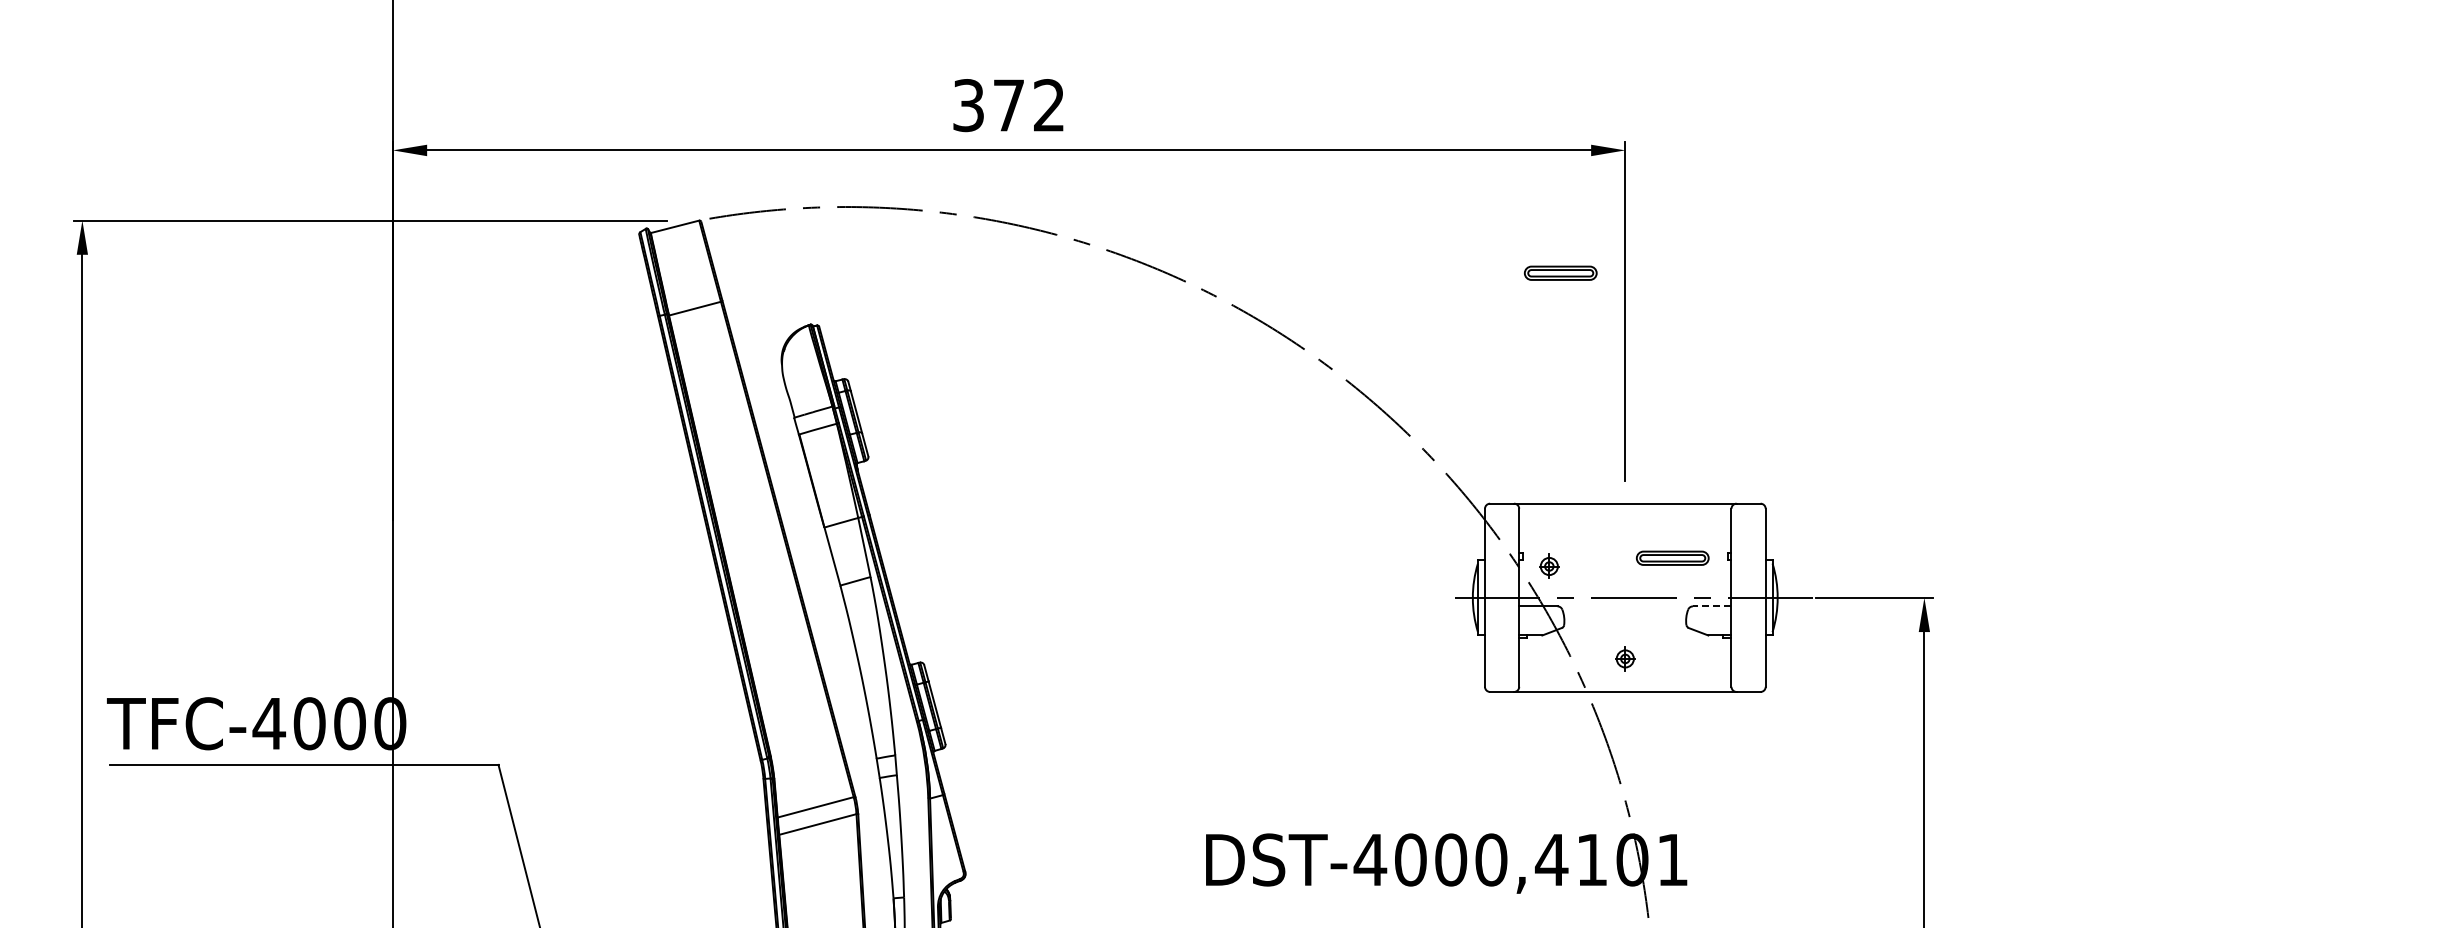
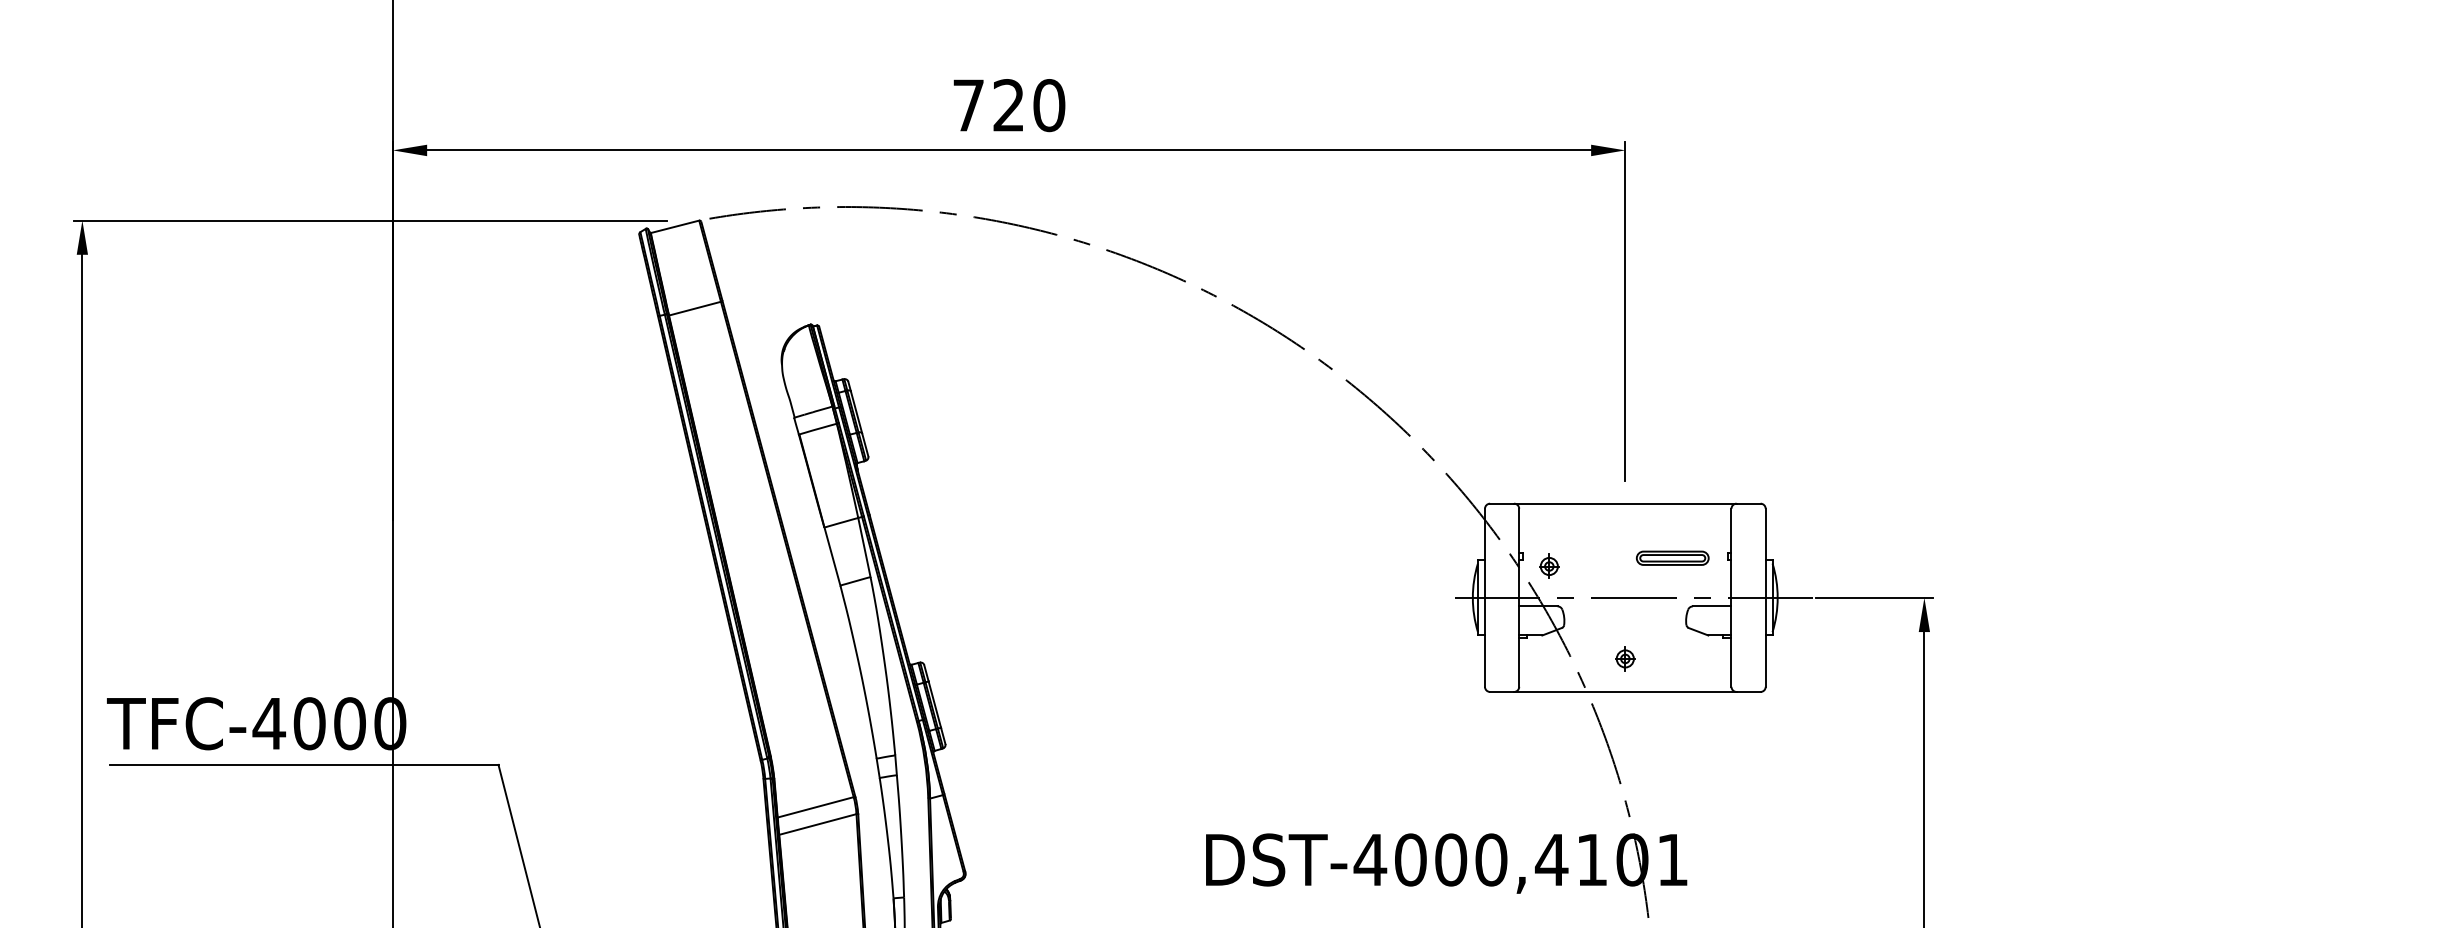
text at (1009, 105): 372 -> 720
part at (1560, 272): present -> none
line at (1711, 606): dashed -> solid
